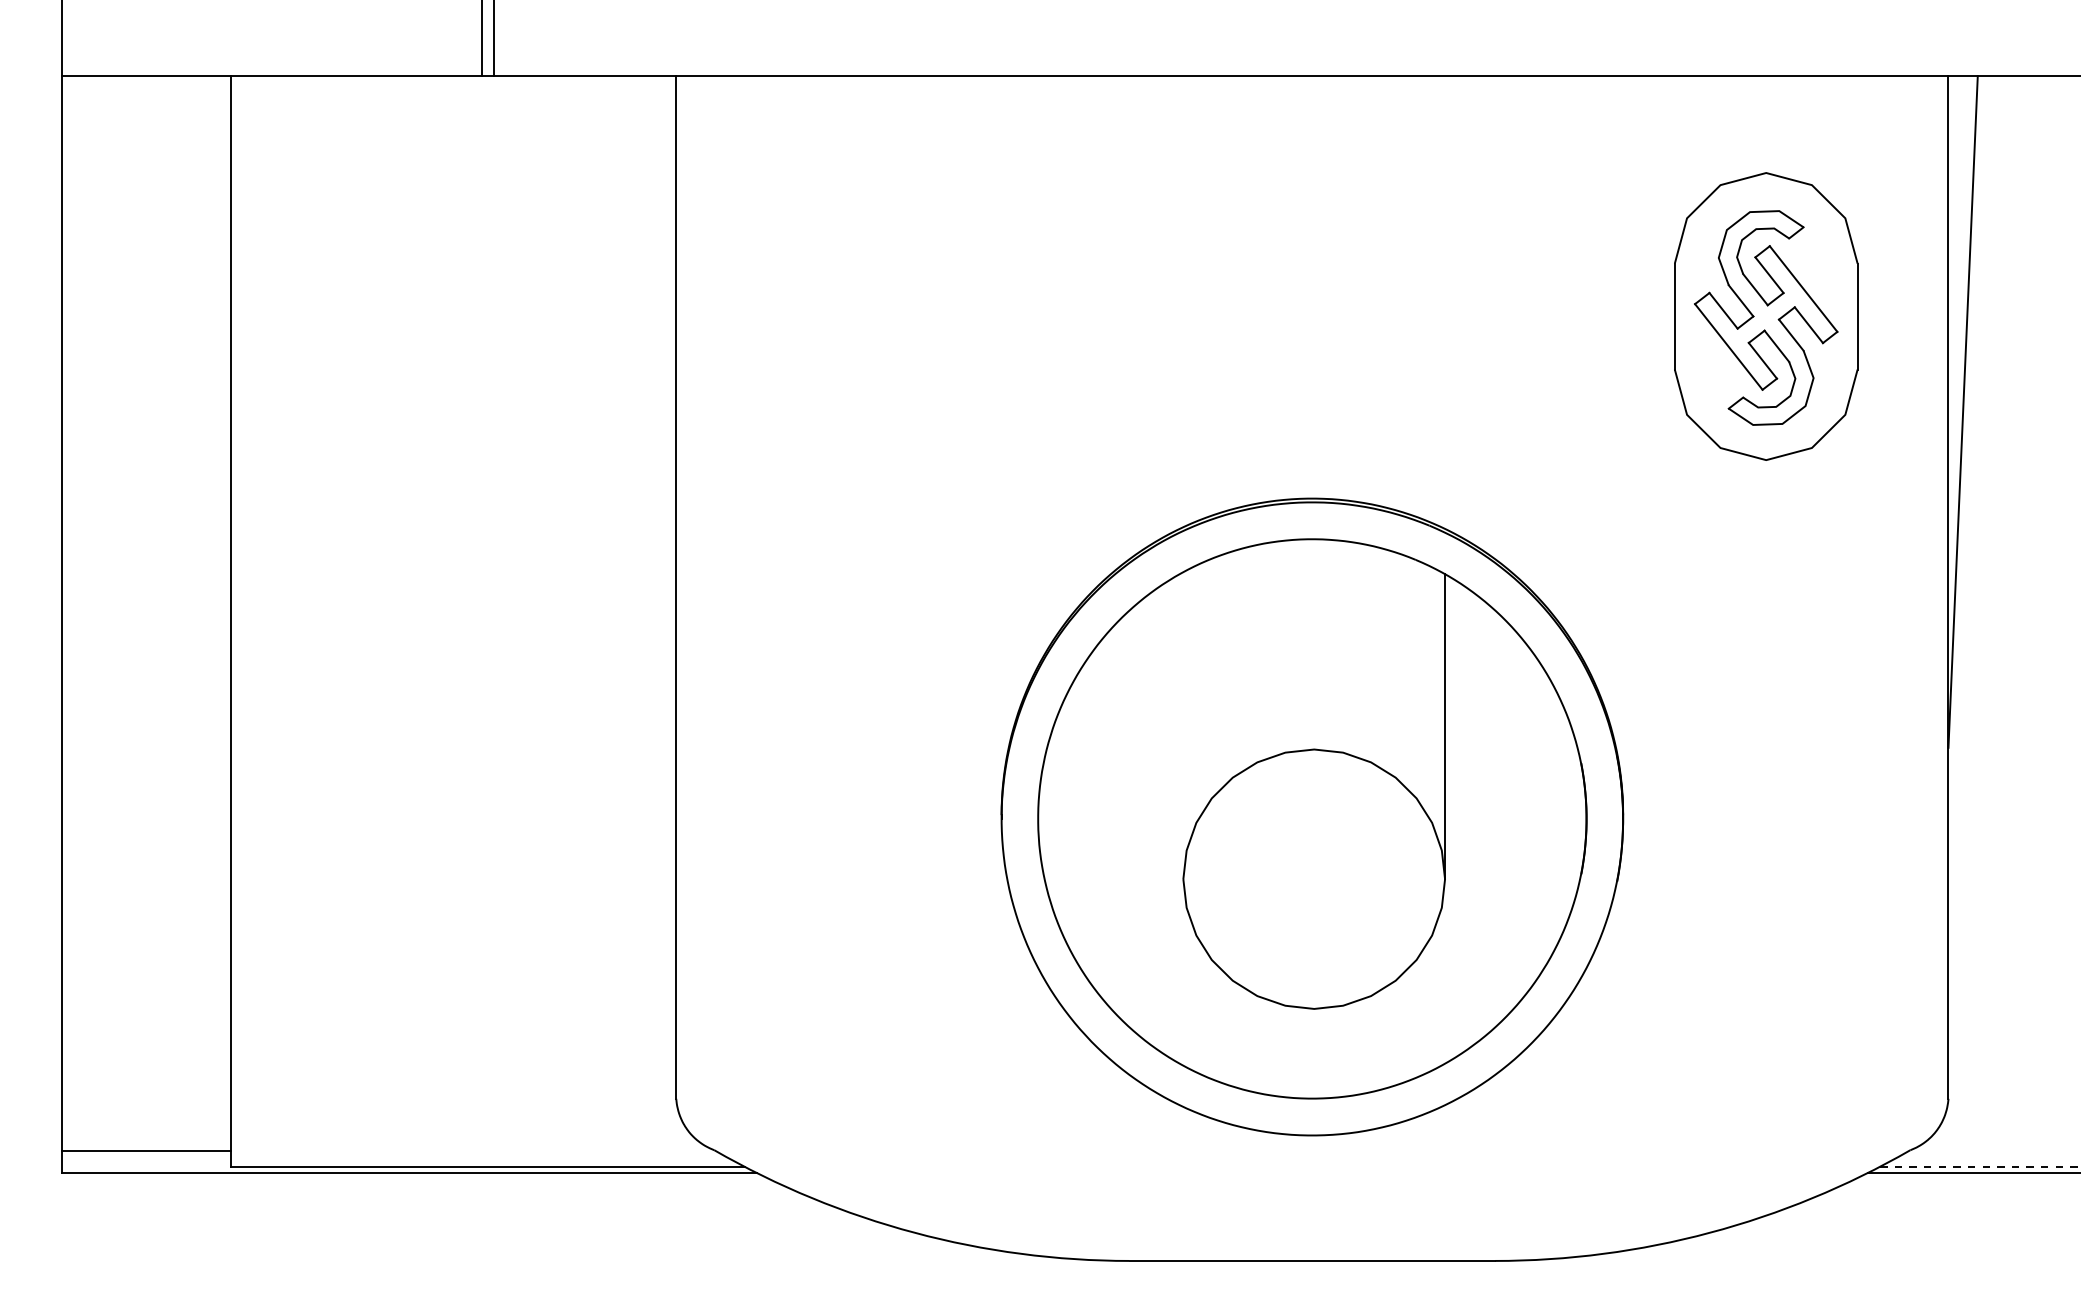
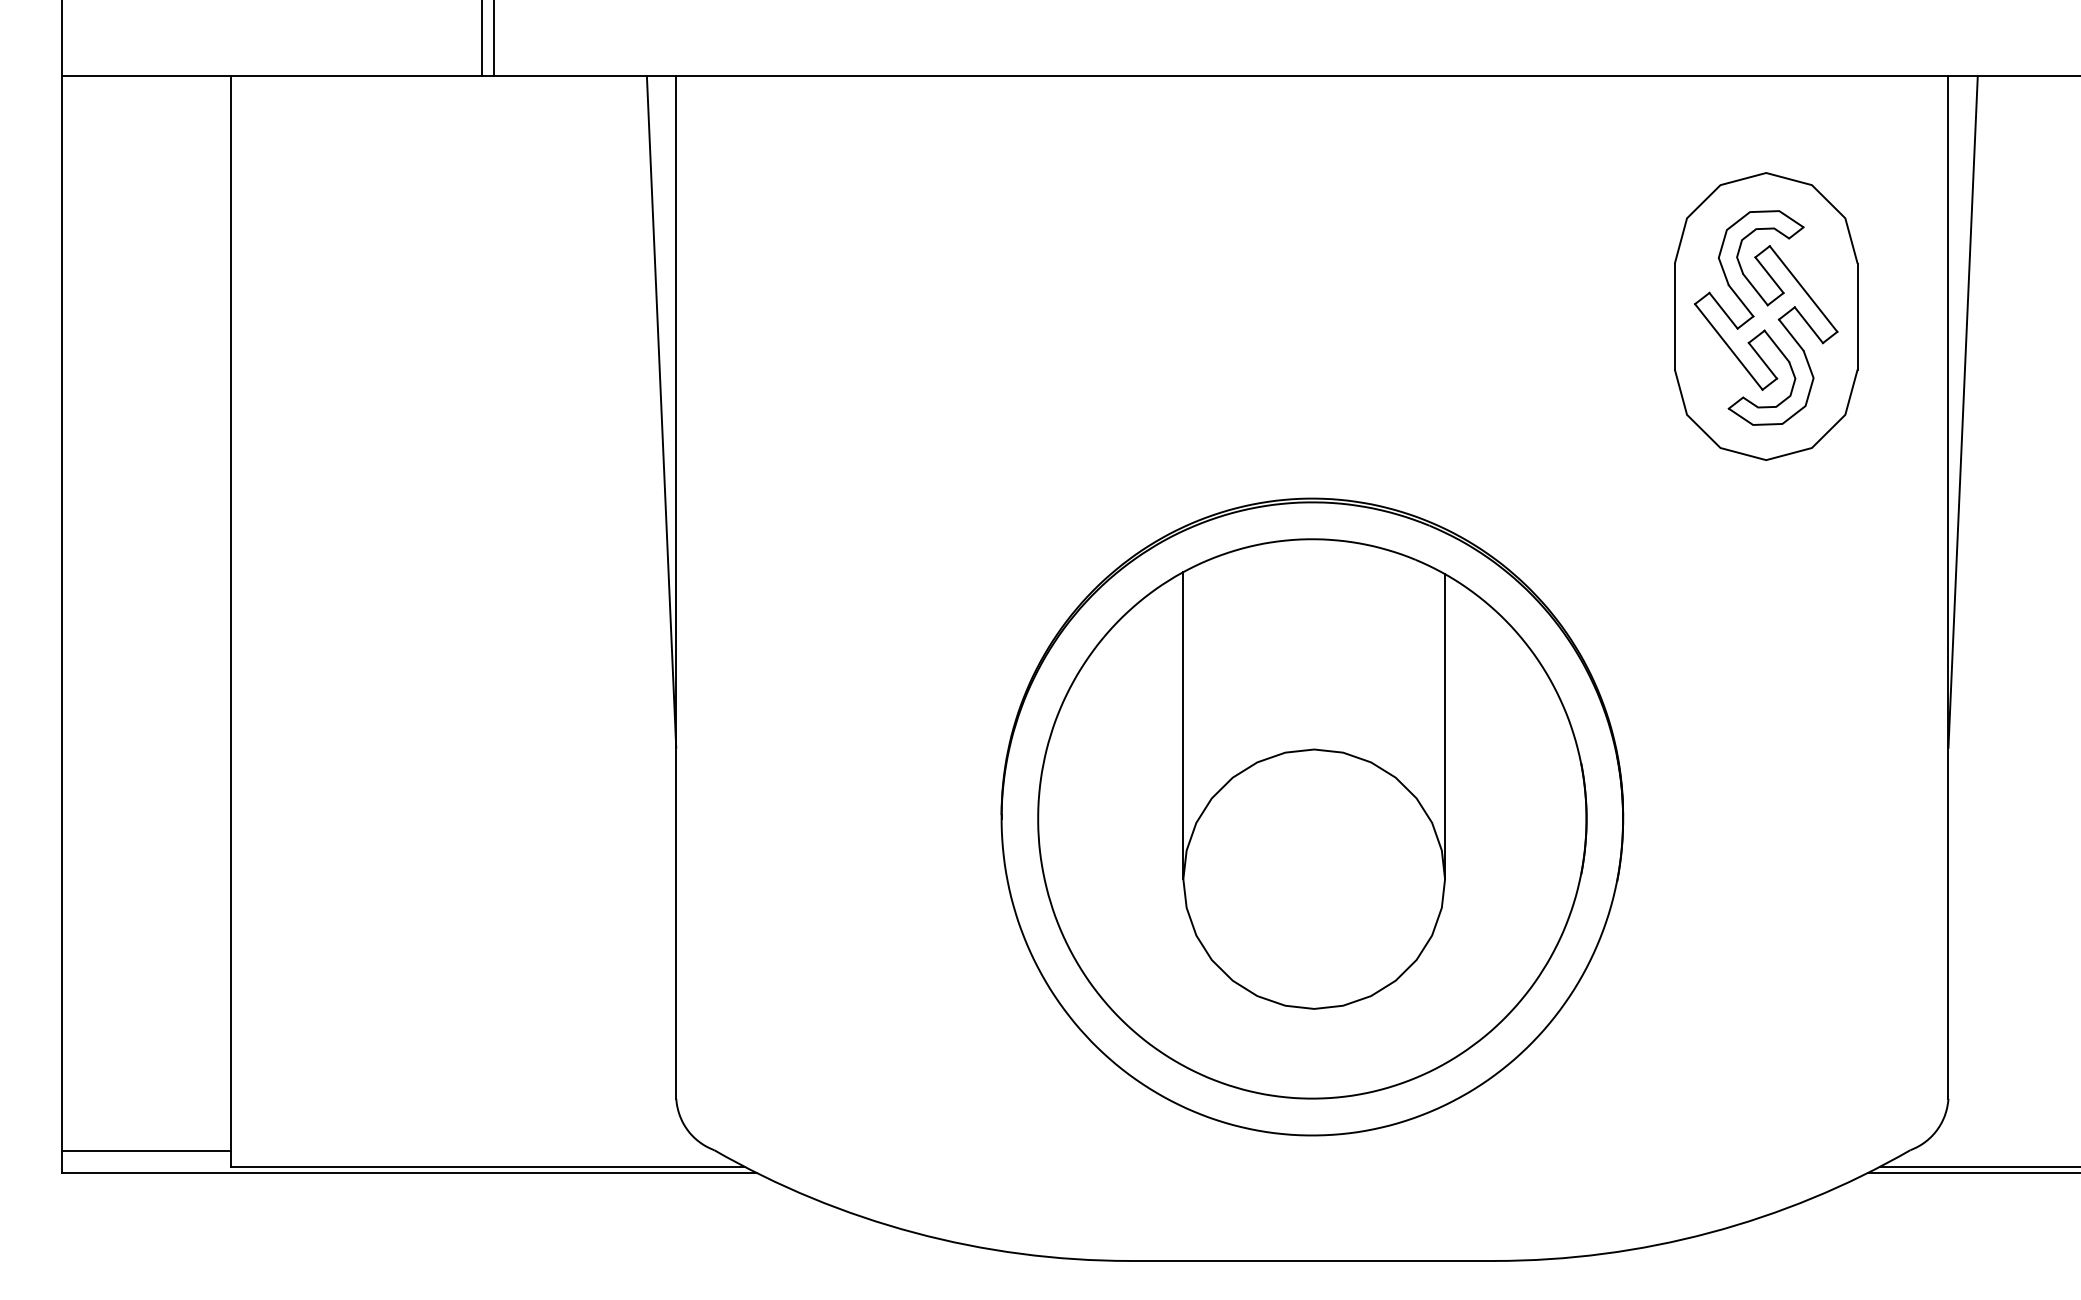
line at (661, 411): none -> present
line at (1183, 725): none -> present
line at (1980, 1166): dashed -> solid
